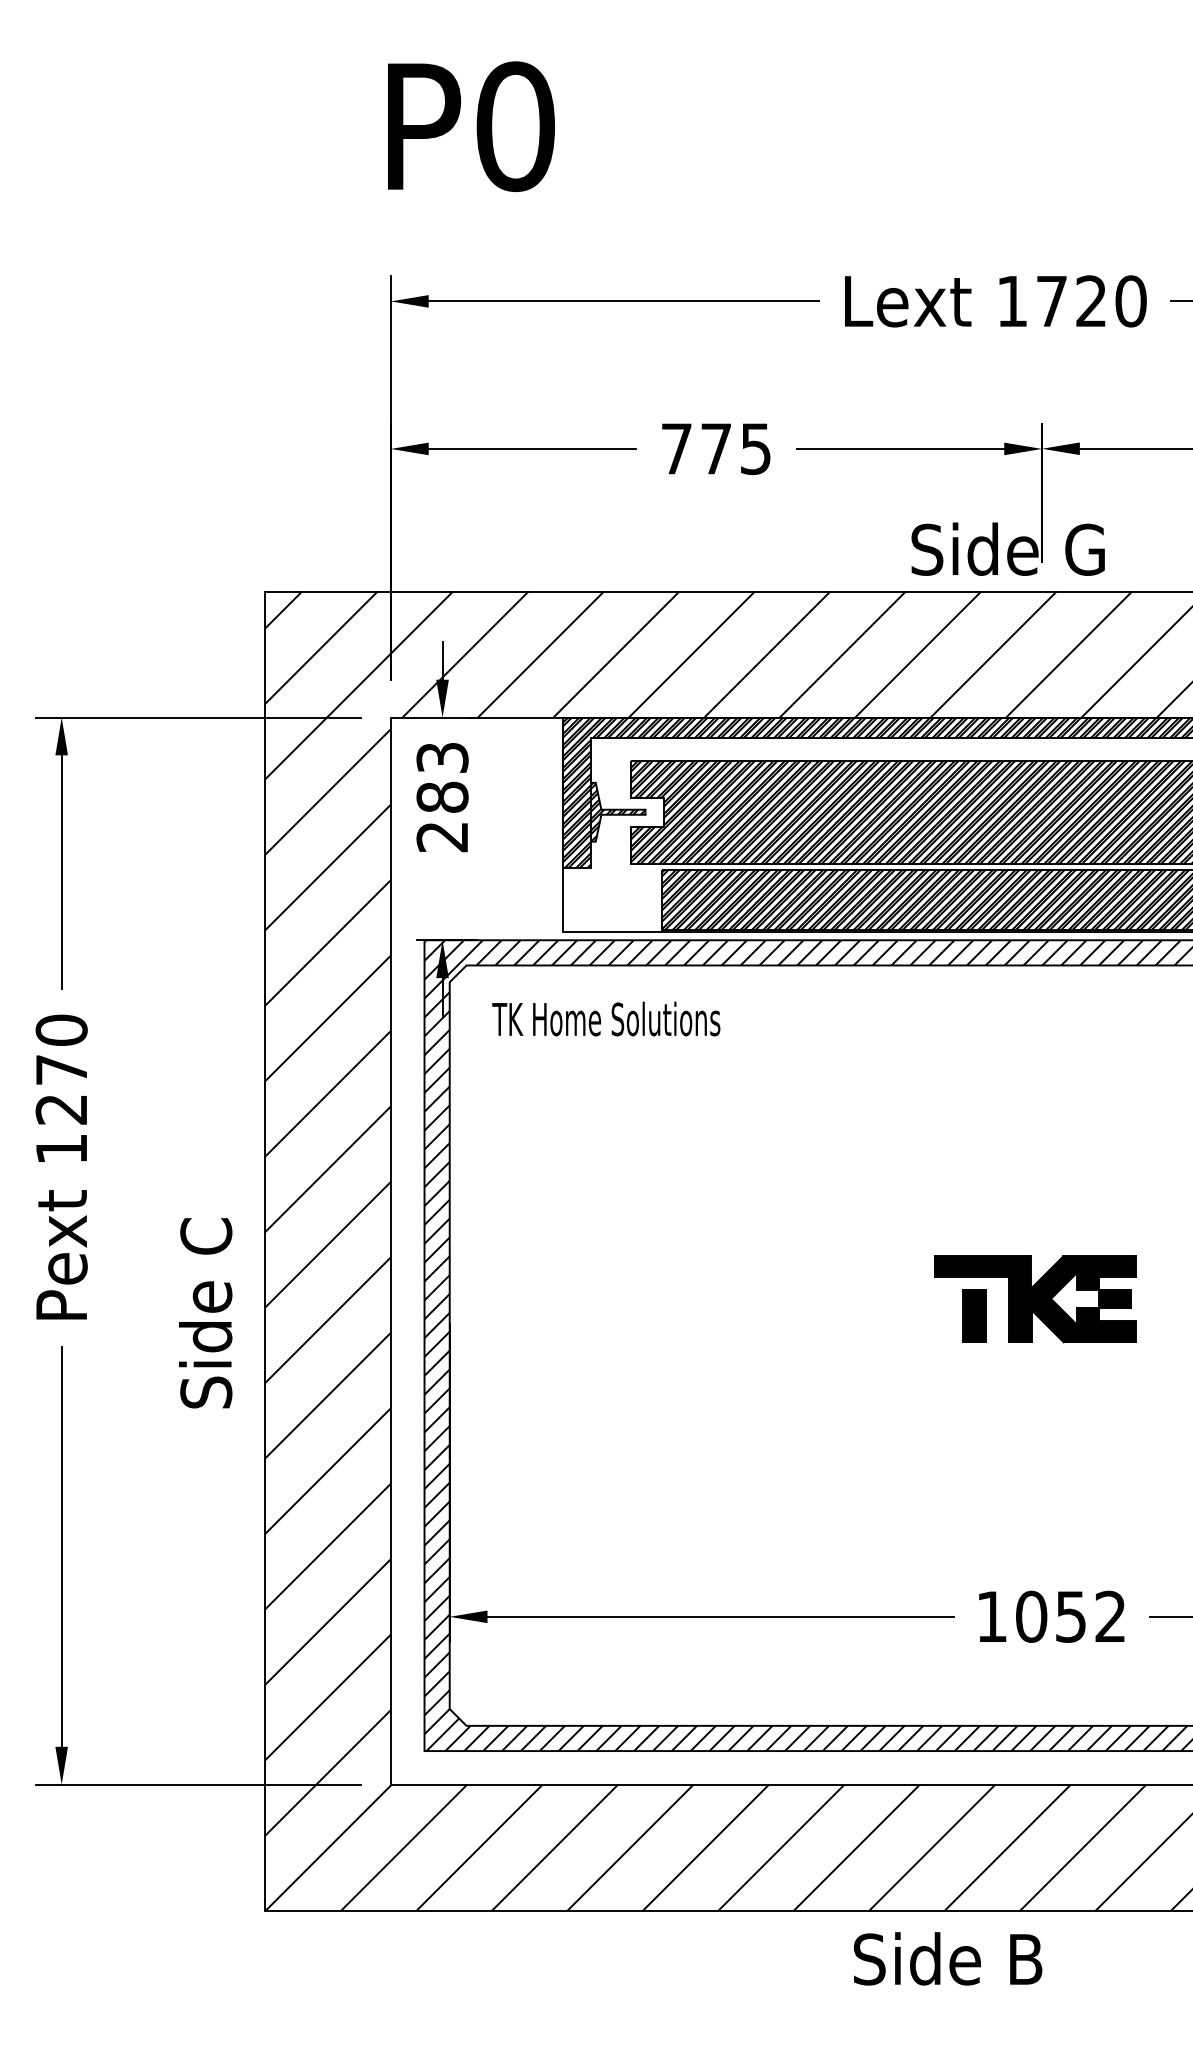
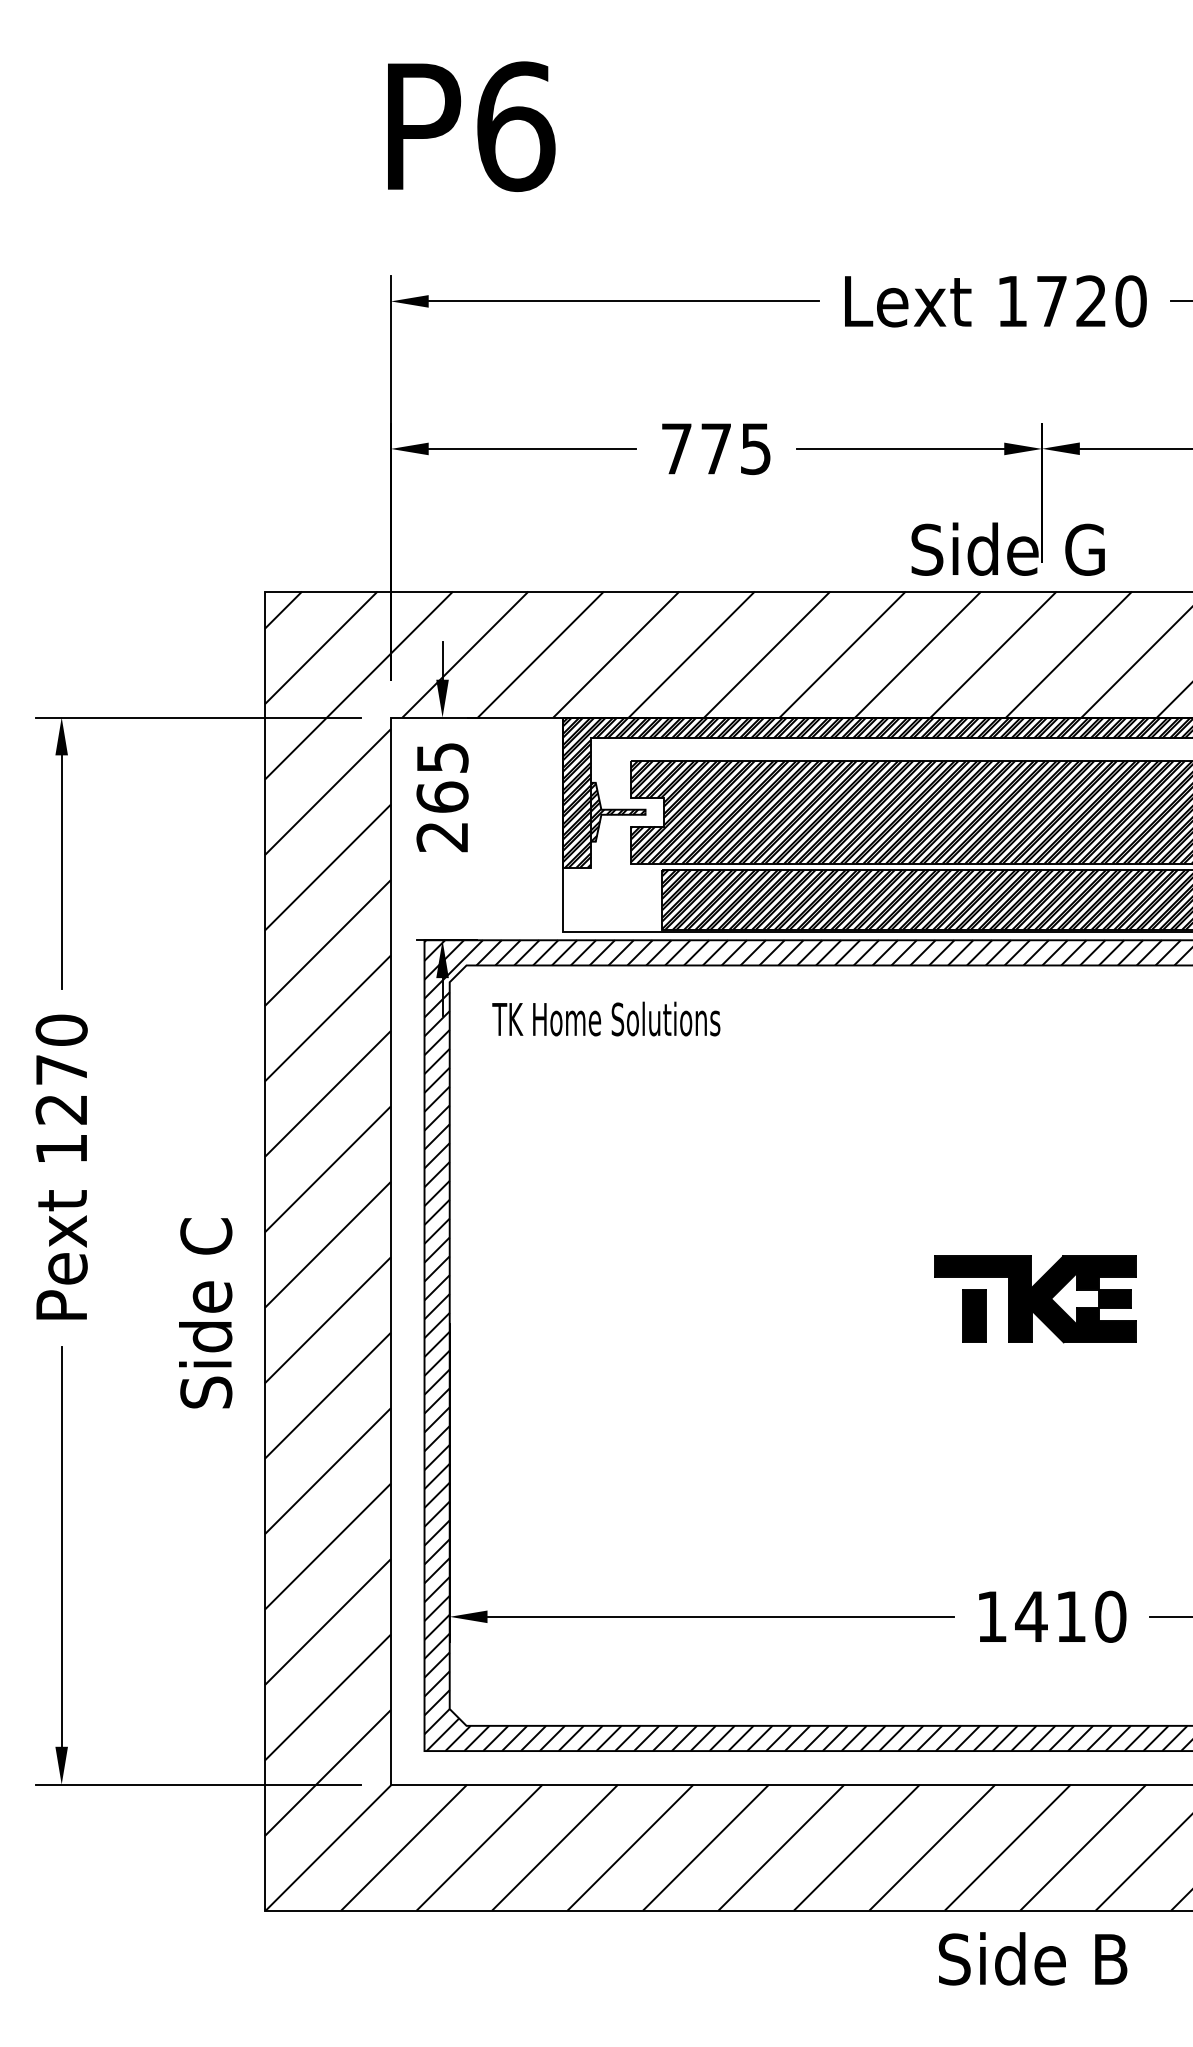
text at (515, 126): P0 -> P6
text at (442, 777): 283 -> 265
text at (1070, 1616): 1052 -> 1410
text at (947, 1958) position: (947, 1958) -> (1032, 1958)
